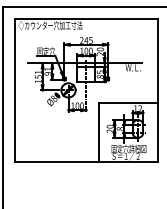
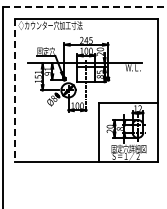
line at (84, 6): solid -> dashed
line at (14, 90): solid -> dashed
